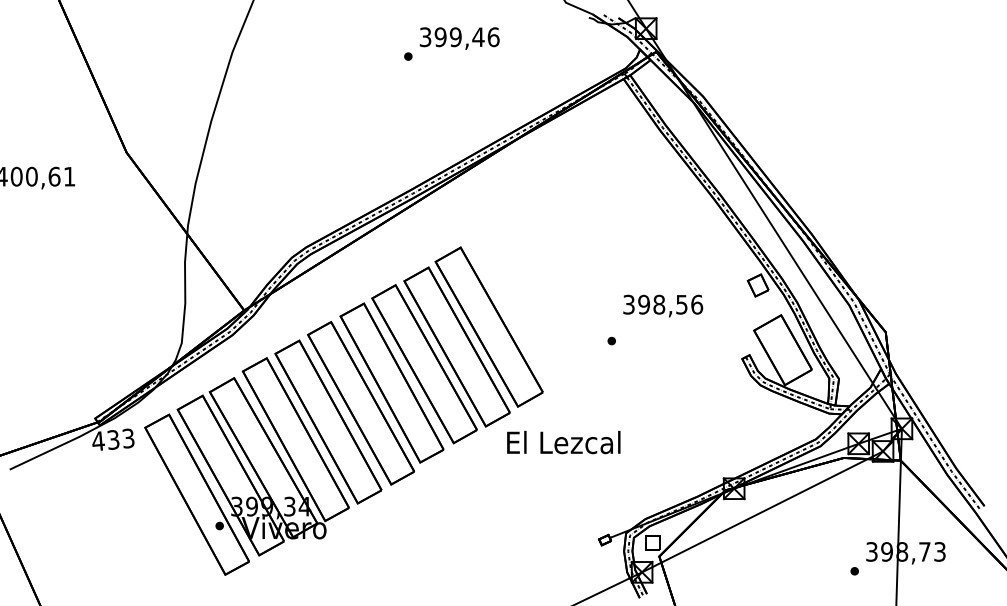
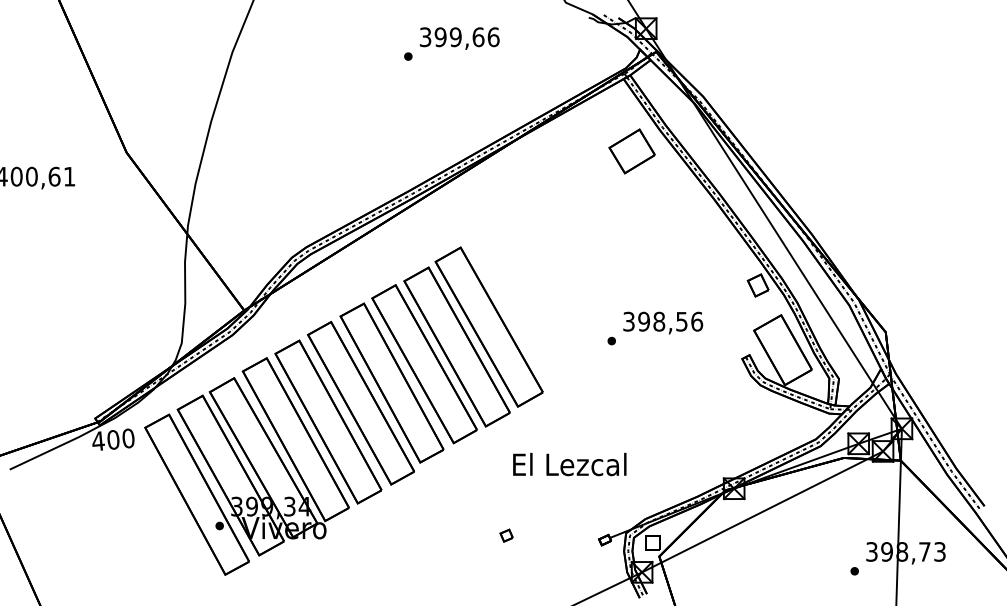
text at (478, 37): 399,46 -> 399,66
part at (631, 151): none -> present
text at (663, 305) position: (663, 305) -> (663, 322)
text at (120, 438): 433 -> 400
text at (563, 442) position: (563, 442) -> (569, 464)
part at (506, 535): none -> present
